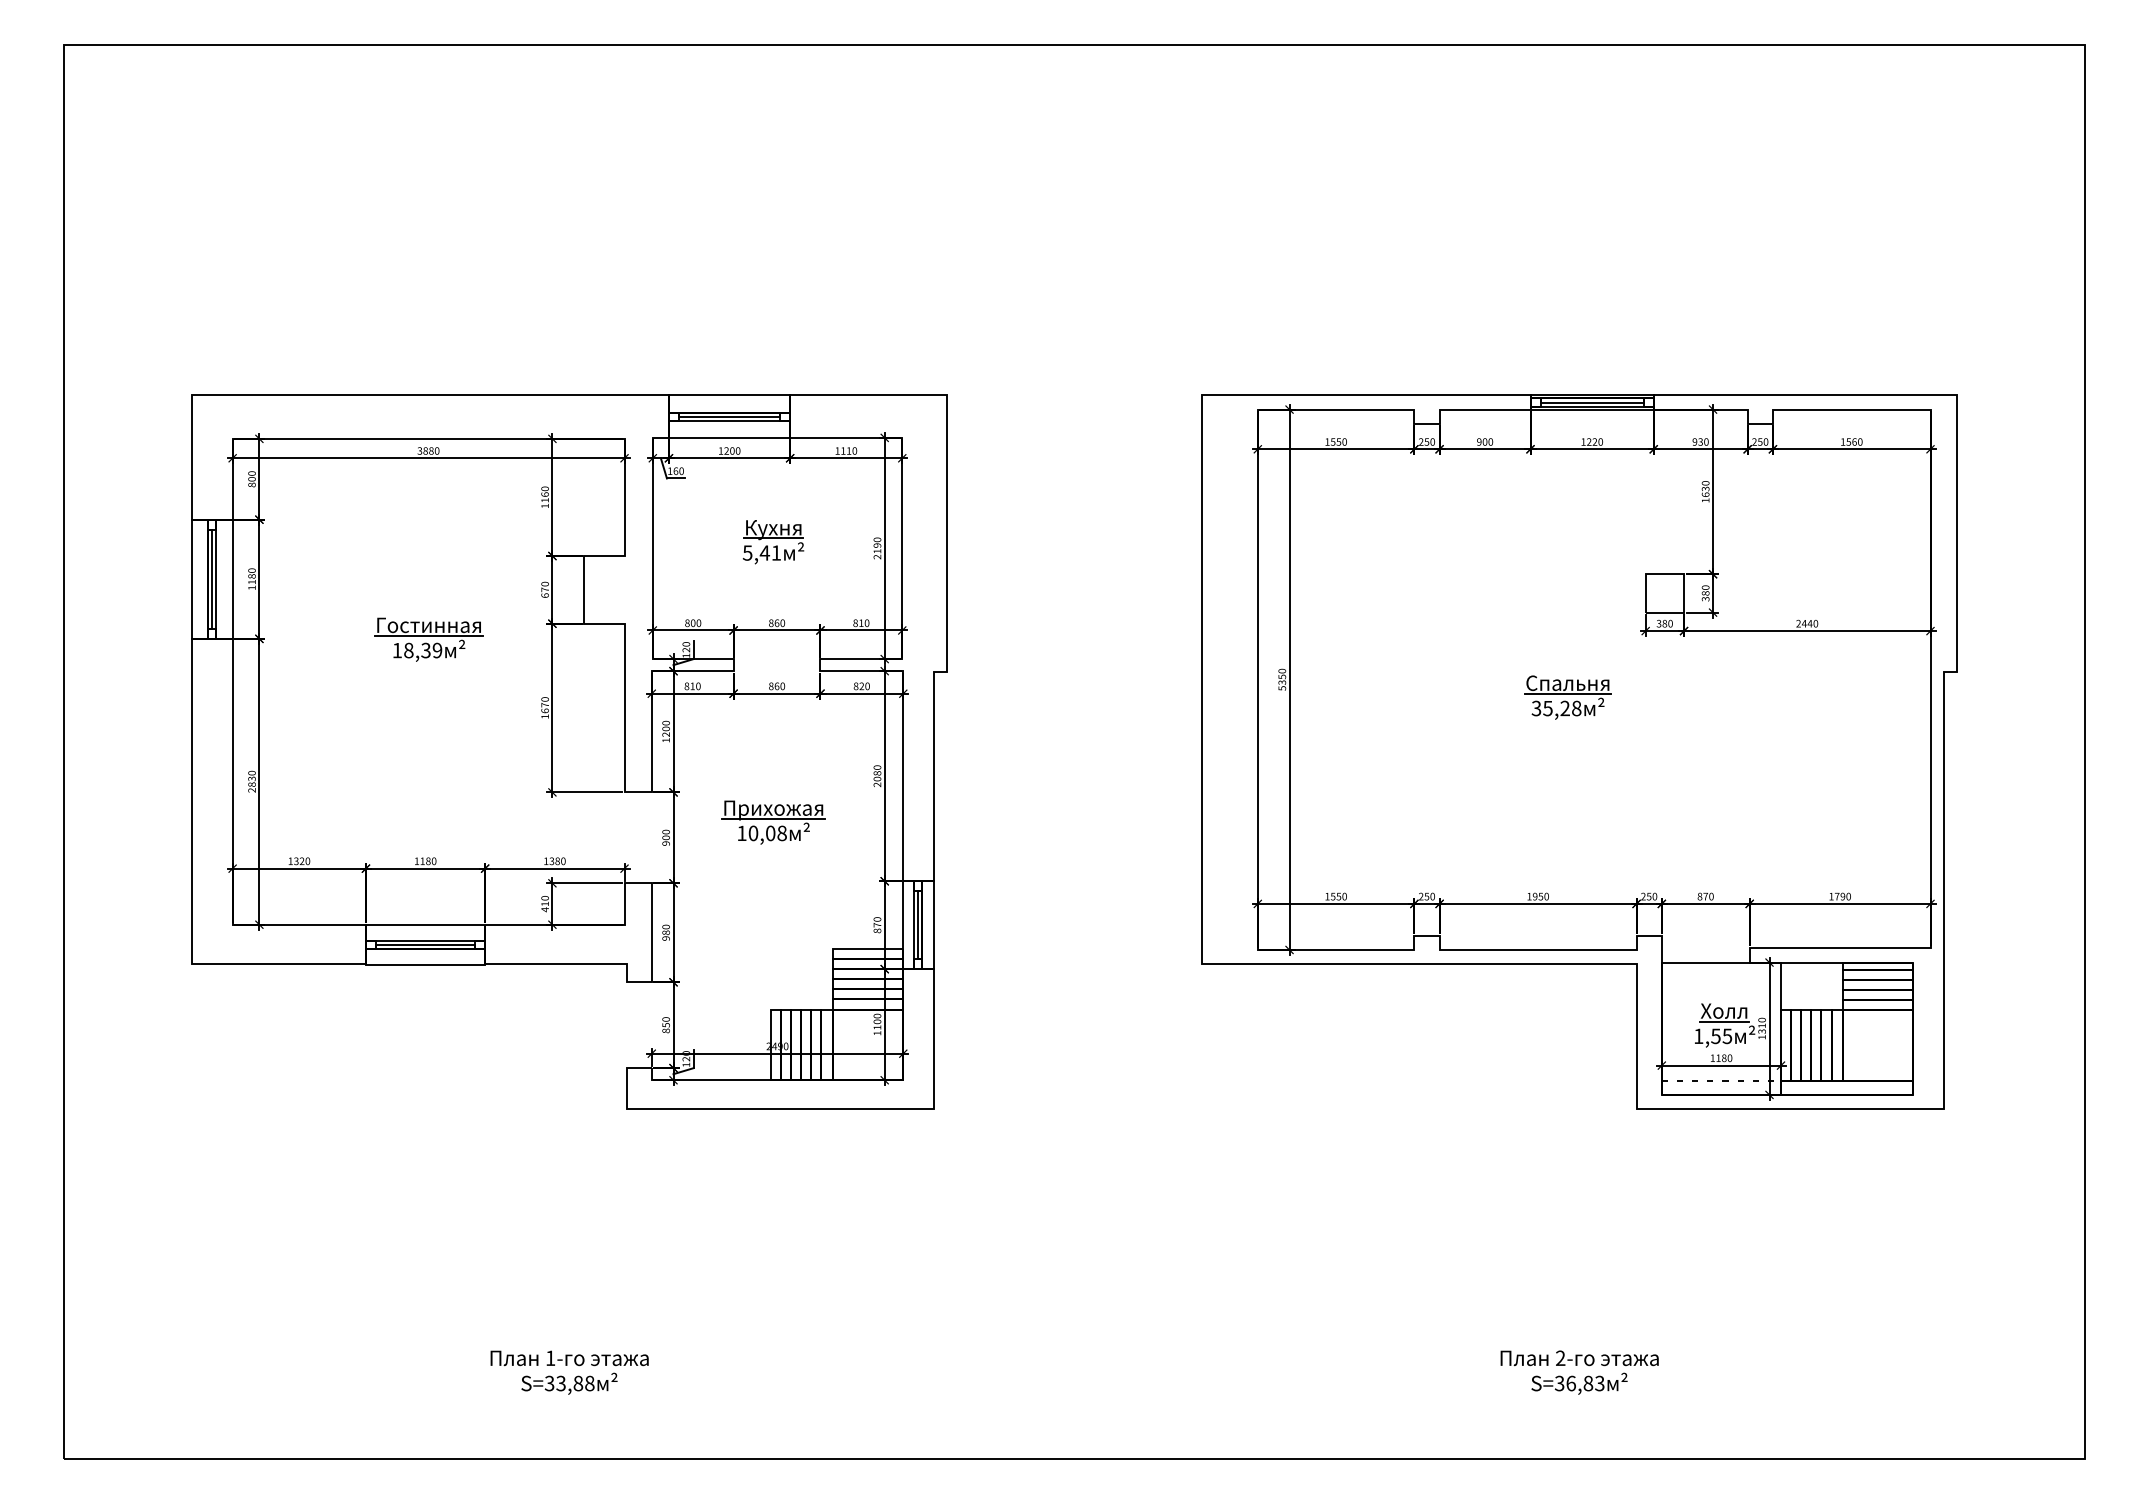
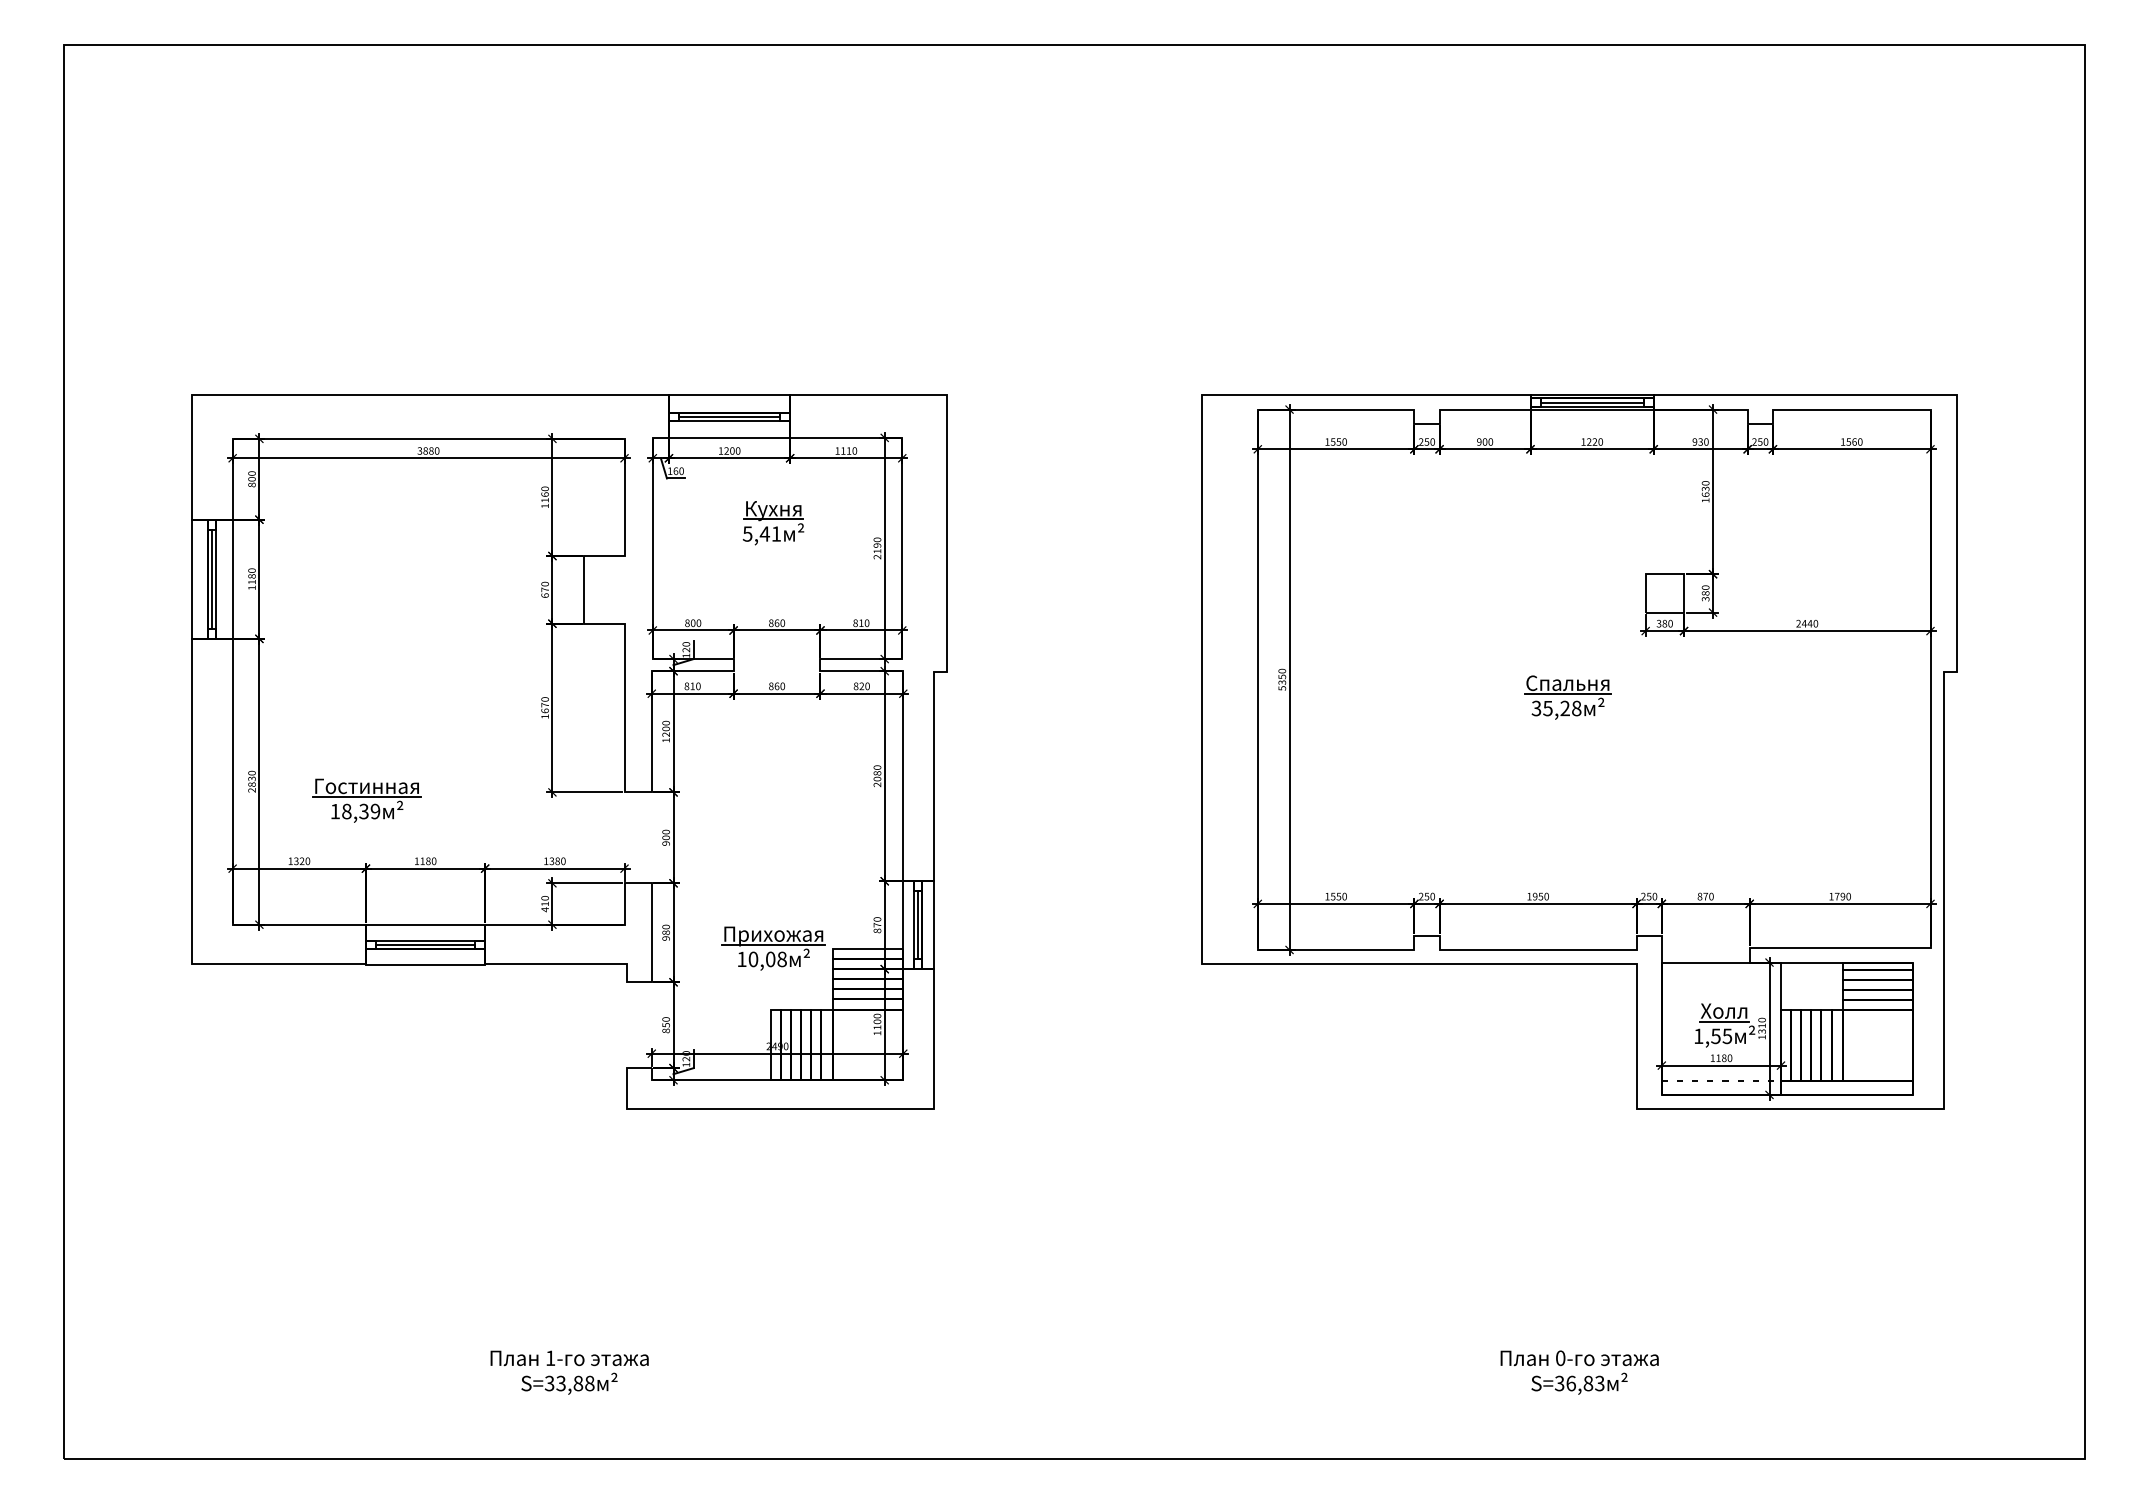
part at (773, 542) position: (773, 542) -> (773, 523)
part at (428, 639) position: (428, 639) -> (366, 800)
part at (773, 822) position: (773, 822) -> (773, 948)
text at (1560, 1358): 2 -> 0
